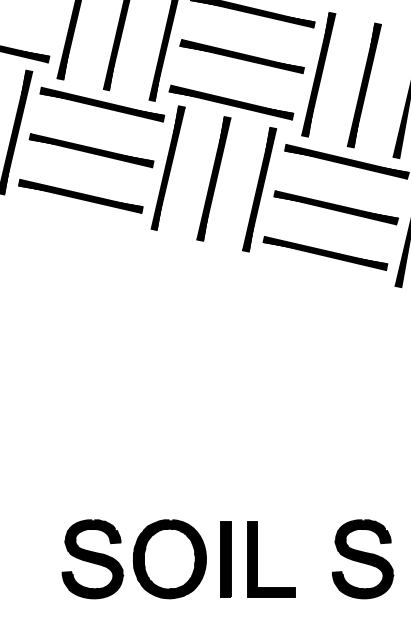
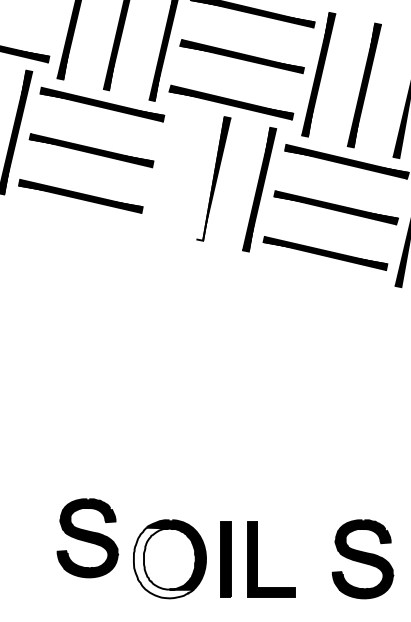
part at (167, 167): present -> none
fill at (210, 178): present -> none
part at (92, 559) position: (92, 559) -> (87, 538)
fill at (163, 562): present -> none
